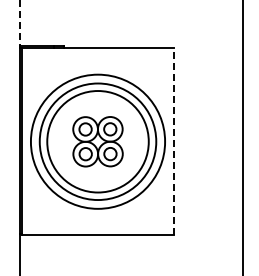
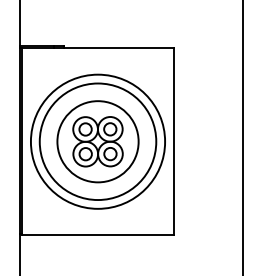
line at (20, 23): dashed -> solid
circle at (97, 141) diameter: 102 px -> 81 px
line at (173, 141): dashed -> solid
